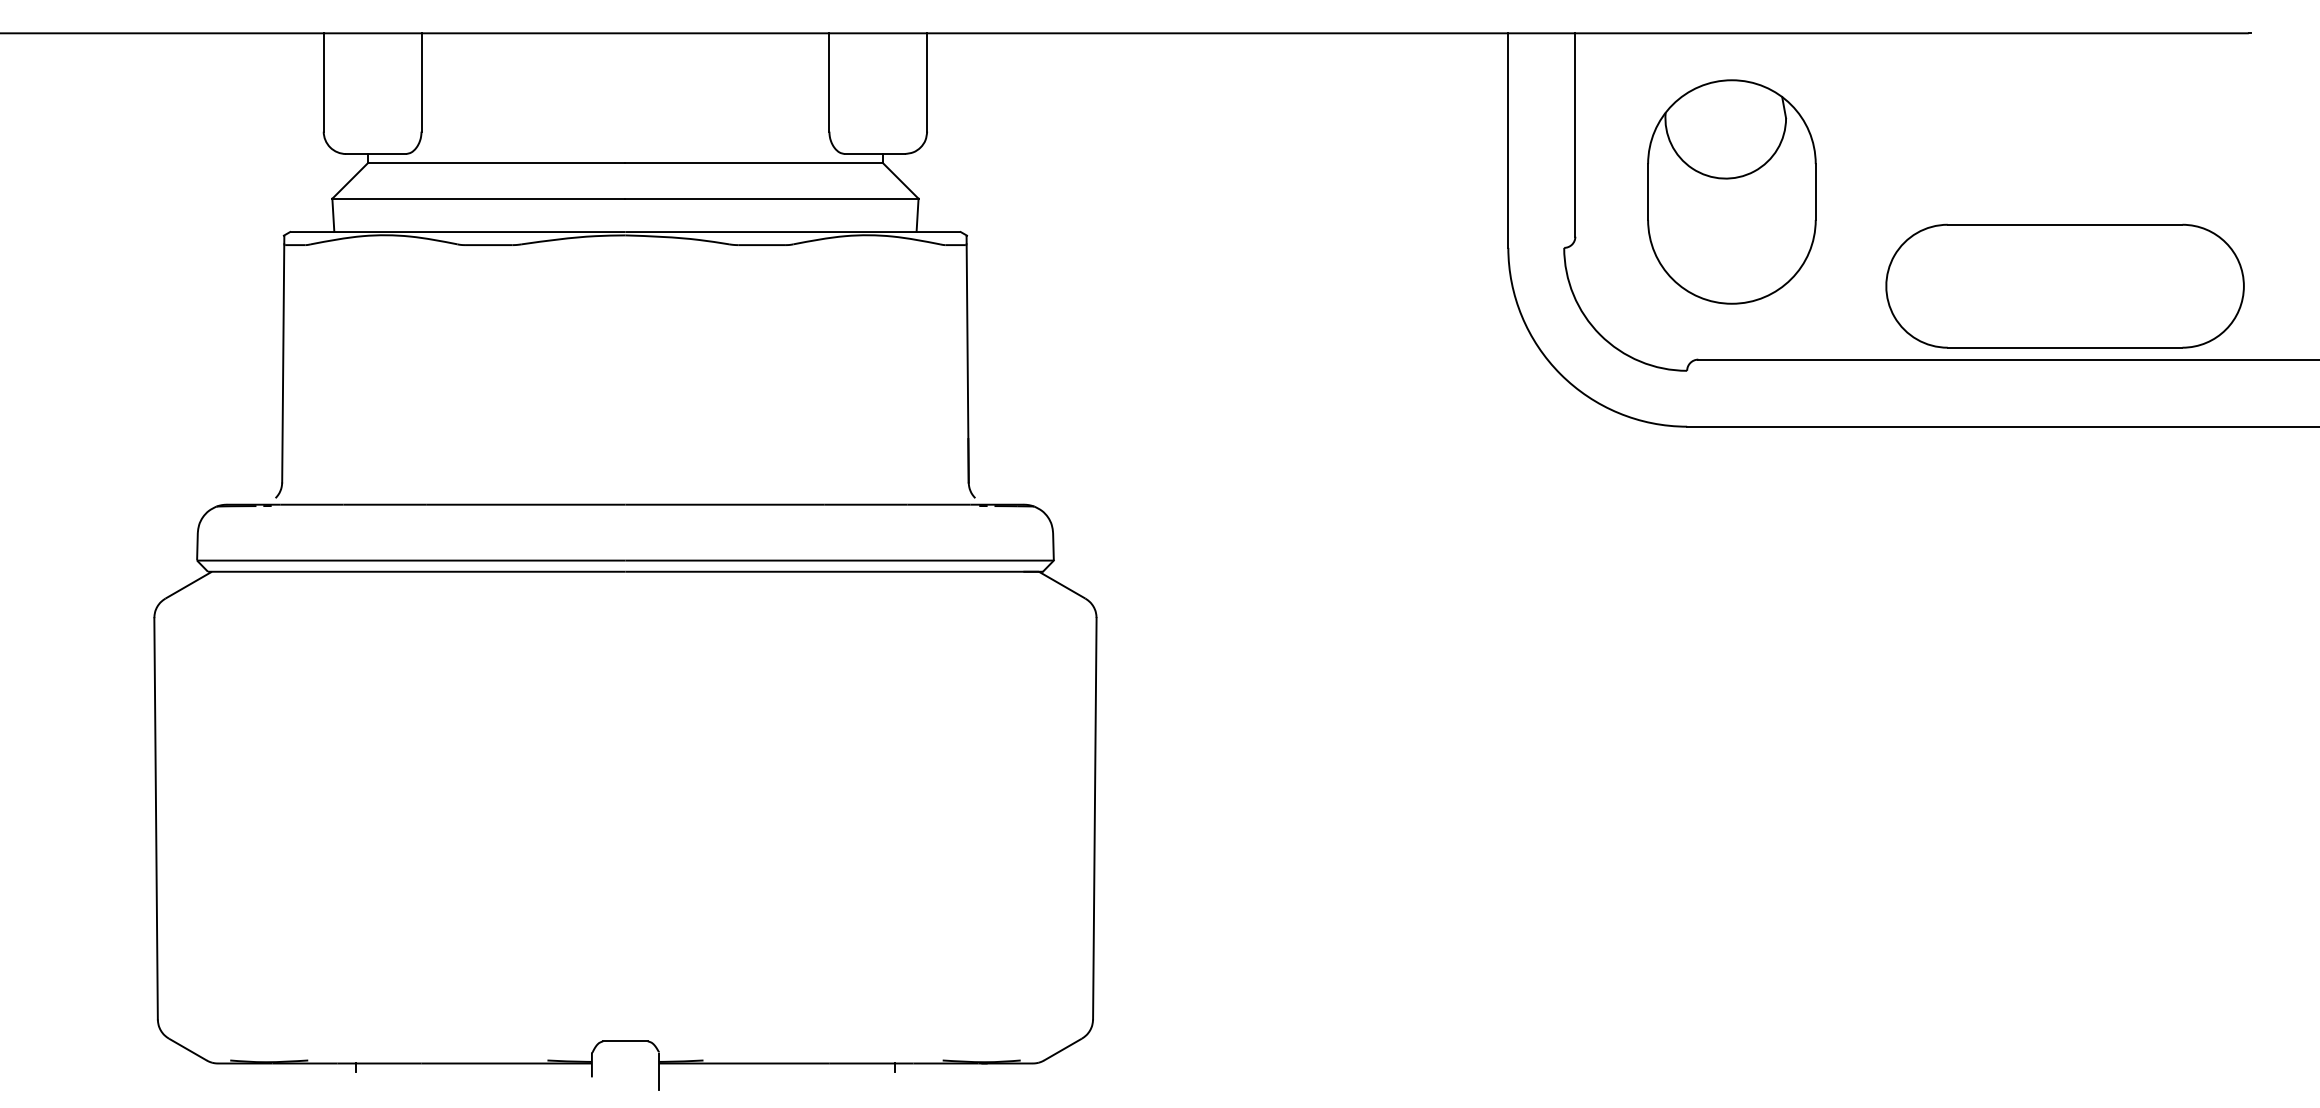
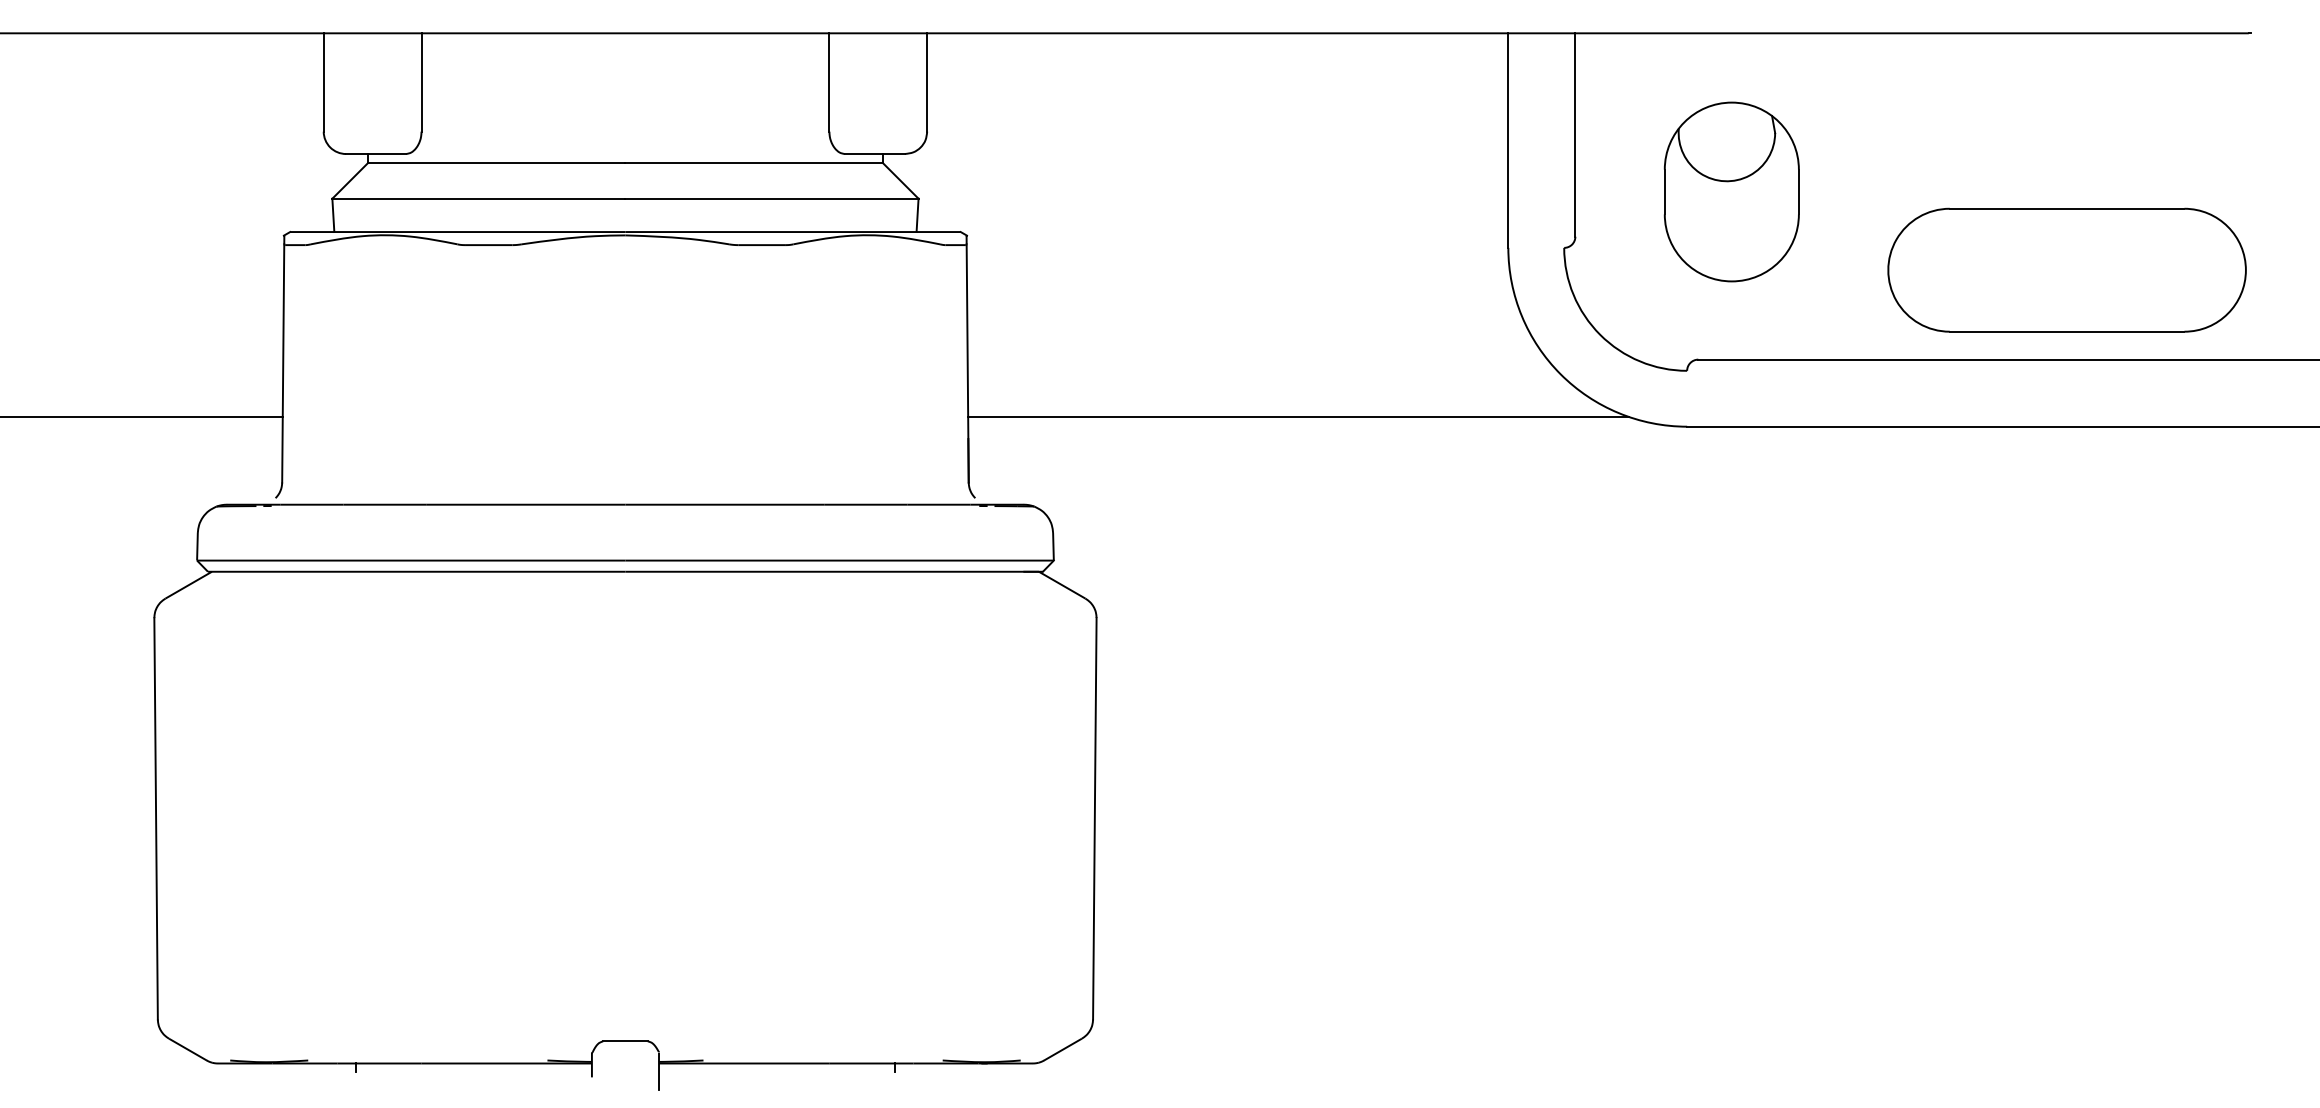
part at (1731, 191) size: 170x226 px -> 137x182 px
part at (2064, 285) position: (2064, 285) -> (2066, 269)
line at (142, 416): none -> present
line at (1298, 416): none -> present
